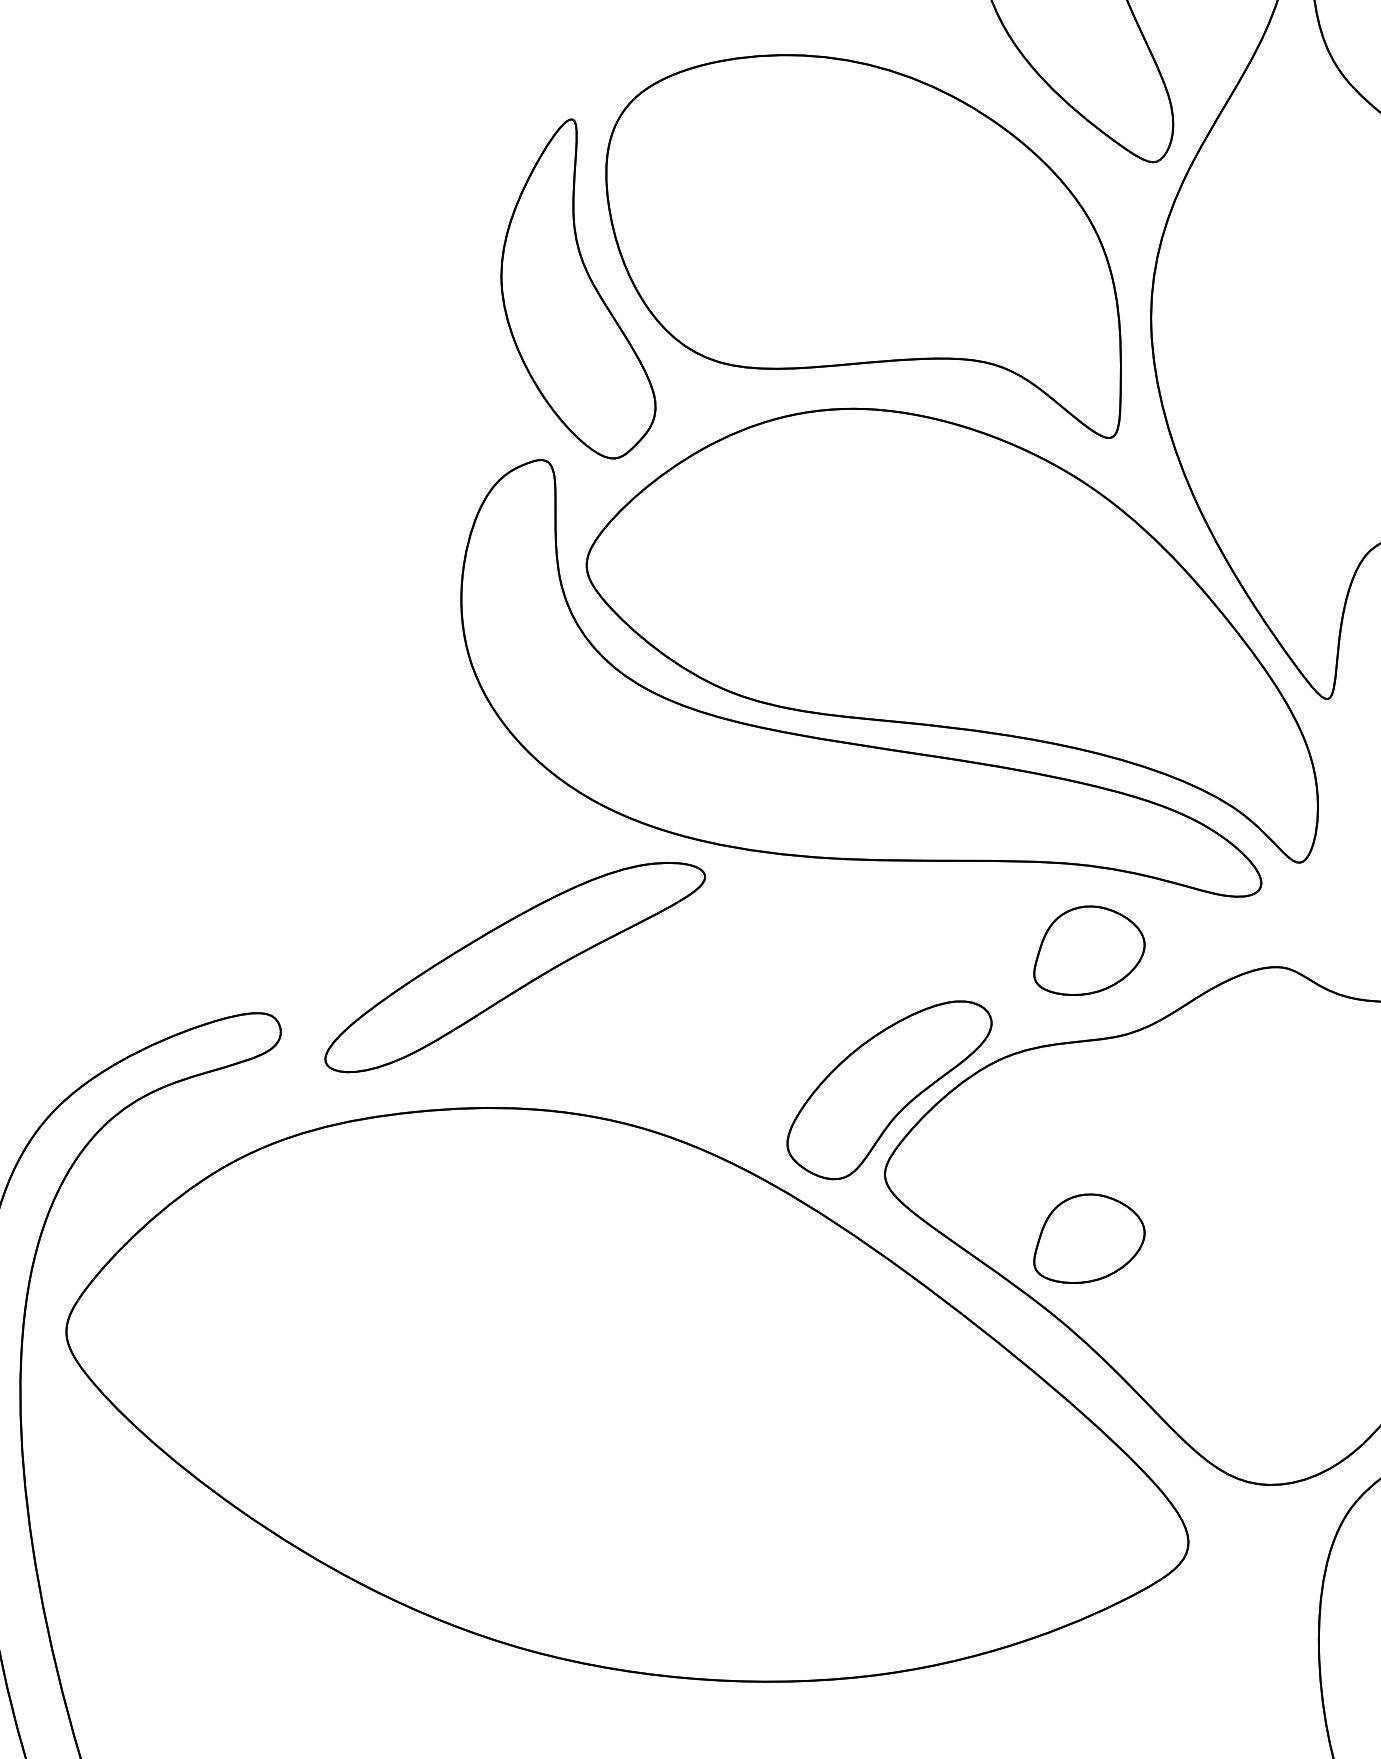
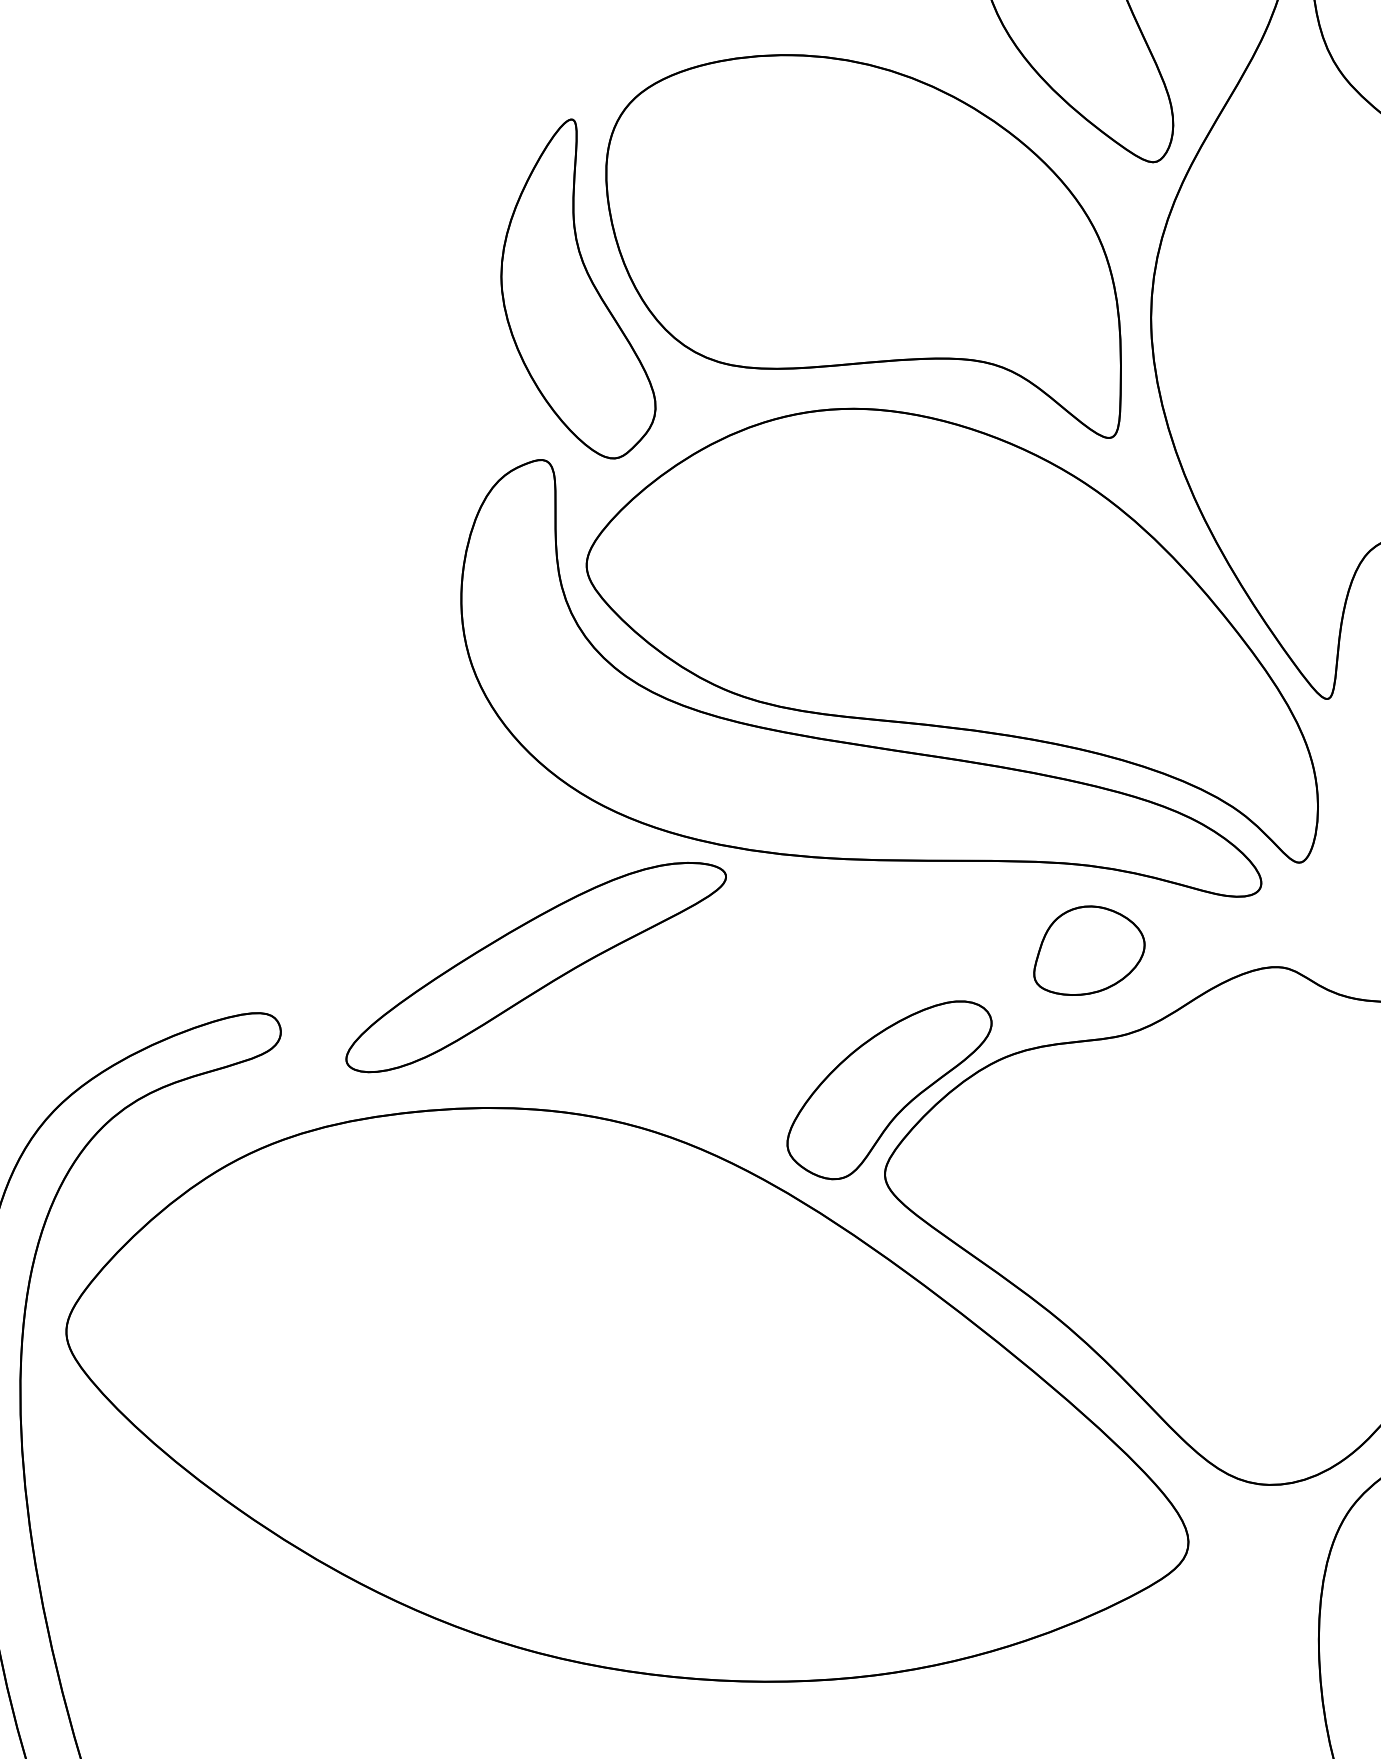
part at (514, 967) position: (514, 967) -> (535, 967)
part at (1089, 1238): present -> none
